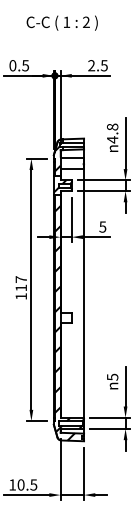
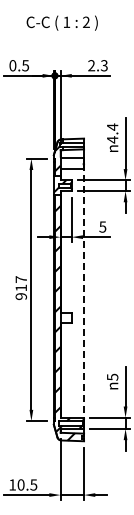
text at (104, 65): 2.5 -> 2.3
text at (112, 126): 4.8 -> 4.4
line at (84, 292): solid -> dashed
text at (21, 296): 117 -> 917
